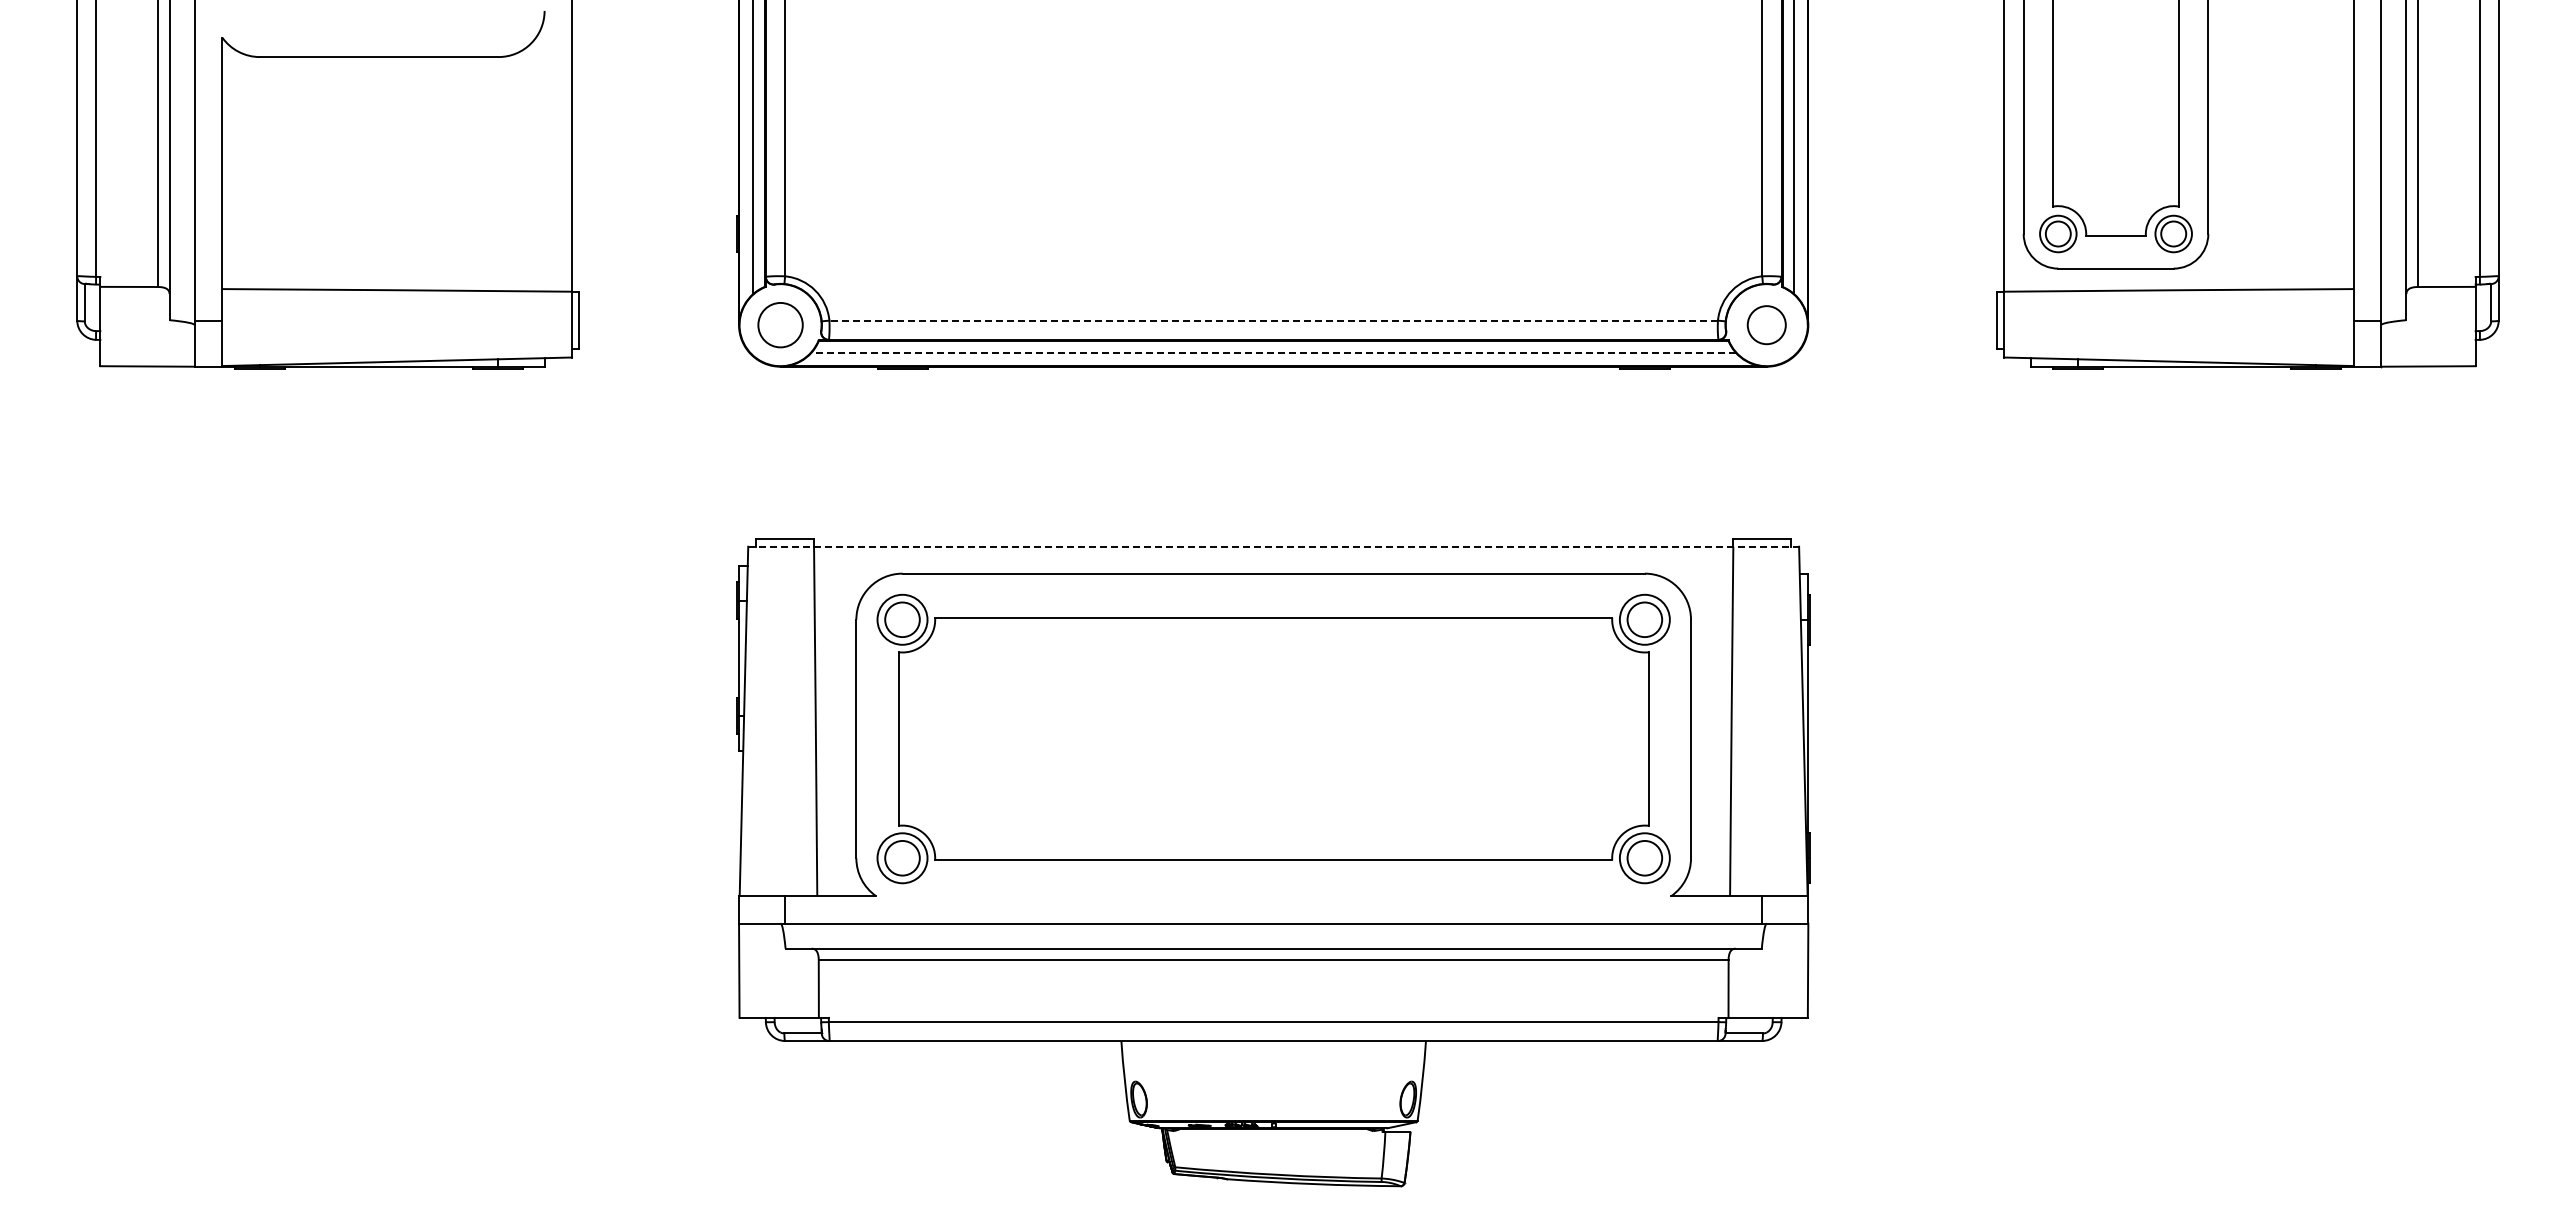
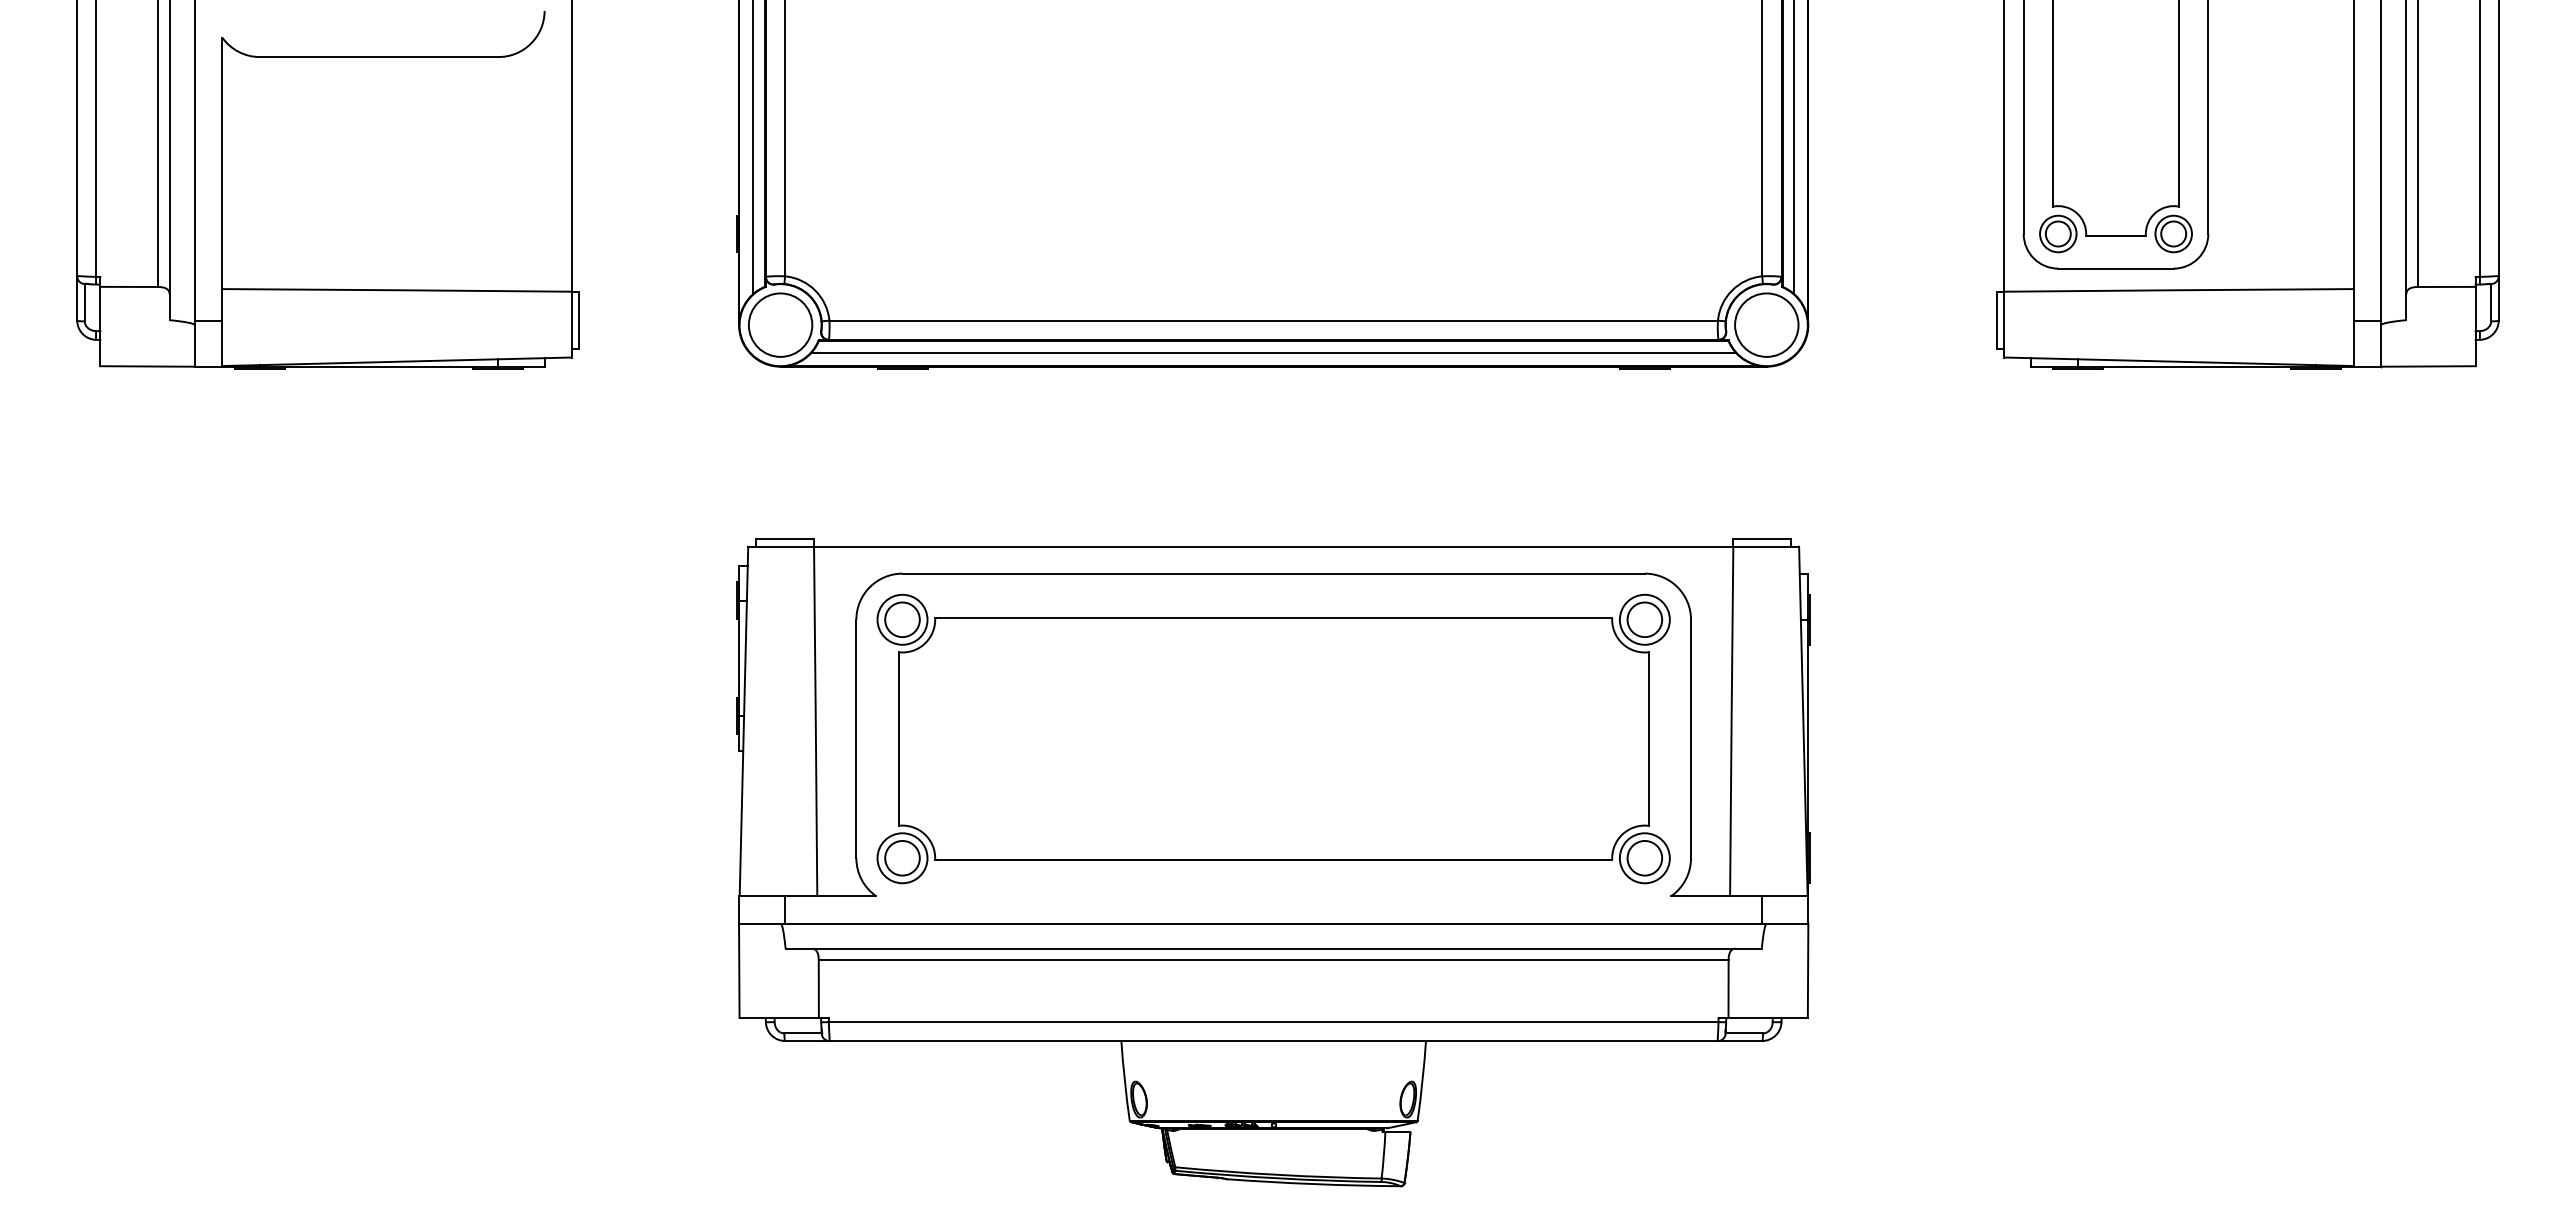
line at (1273, 320): dashed -> solid
circle at (780, 324) diameter: 44 px -> 63 px
circle at (1766, 325) diameter: 38 px -> 63 px
line at (1273, 352): dashed -> solid
line at (1274, 546): dashed -> solid
